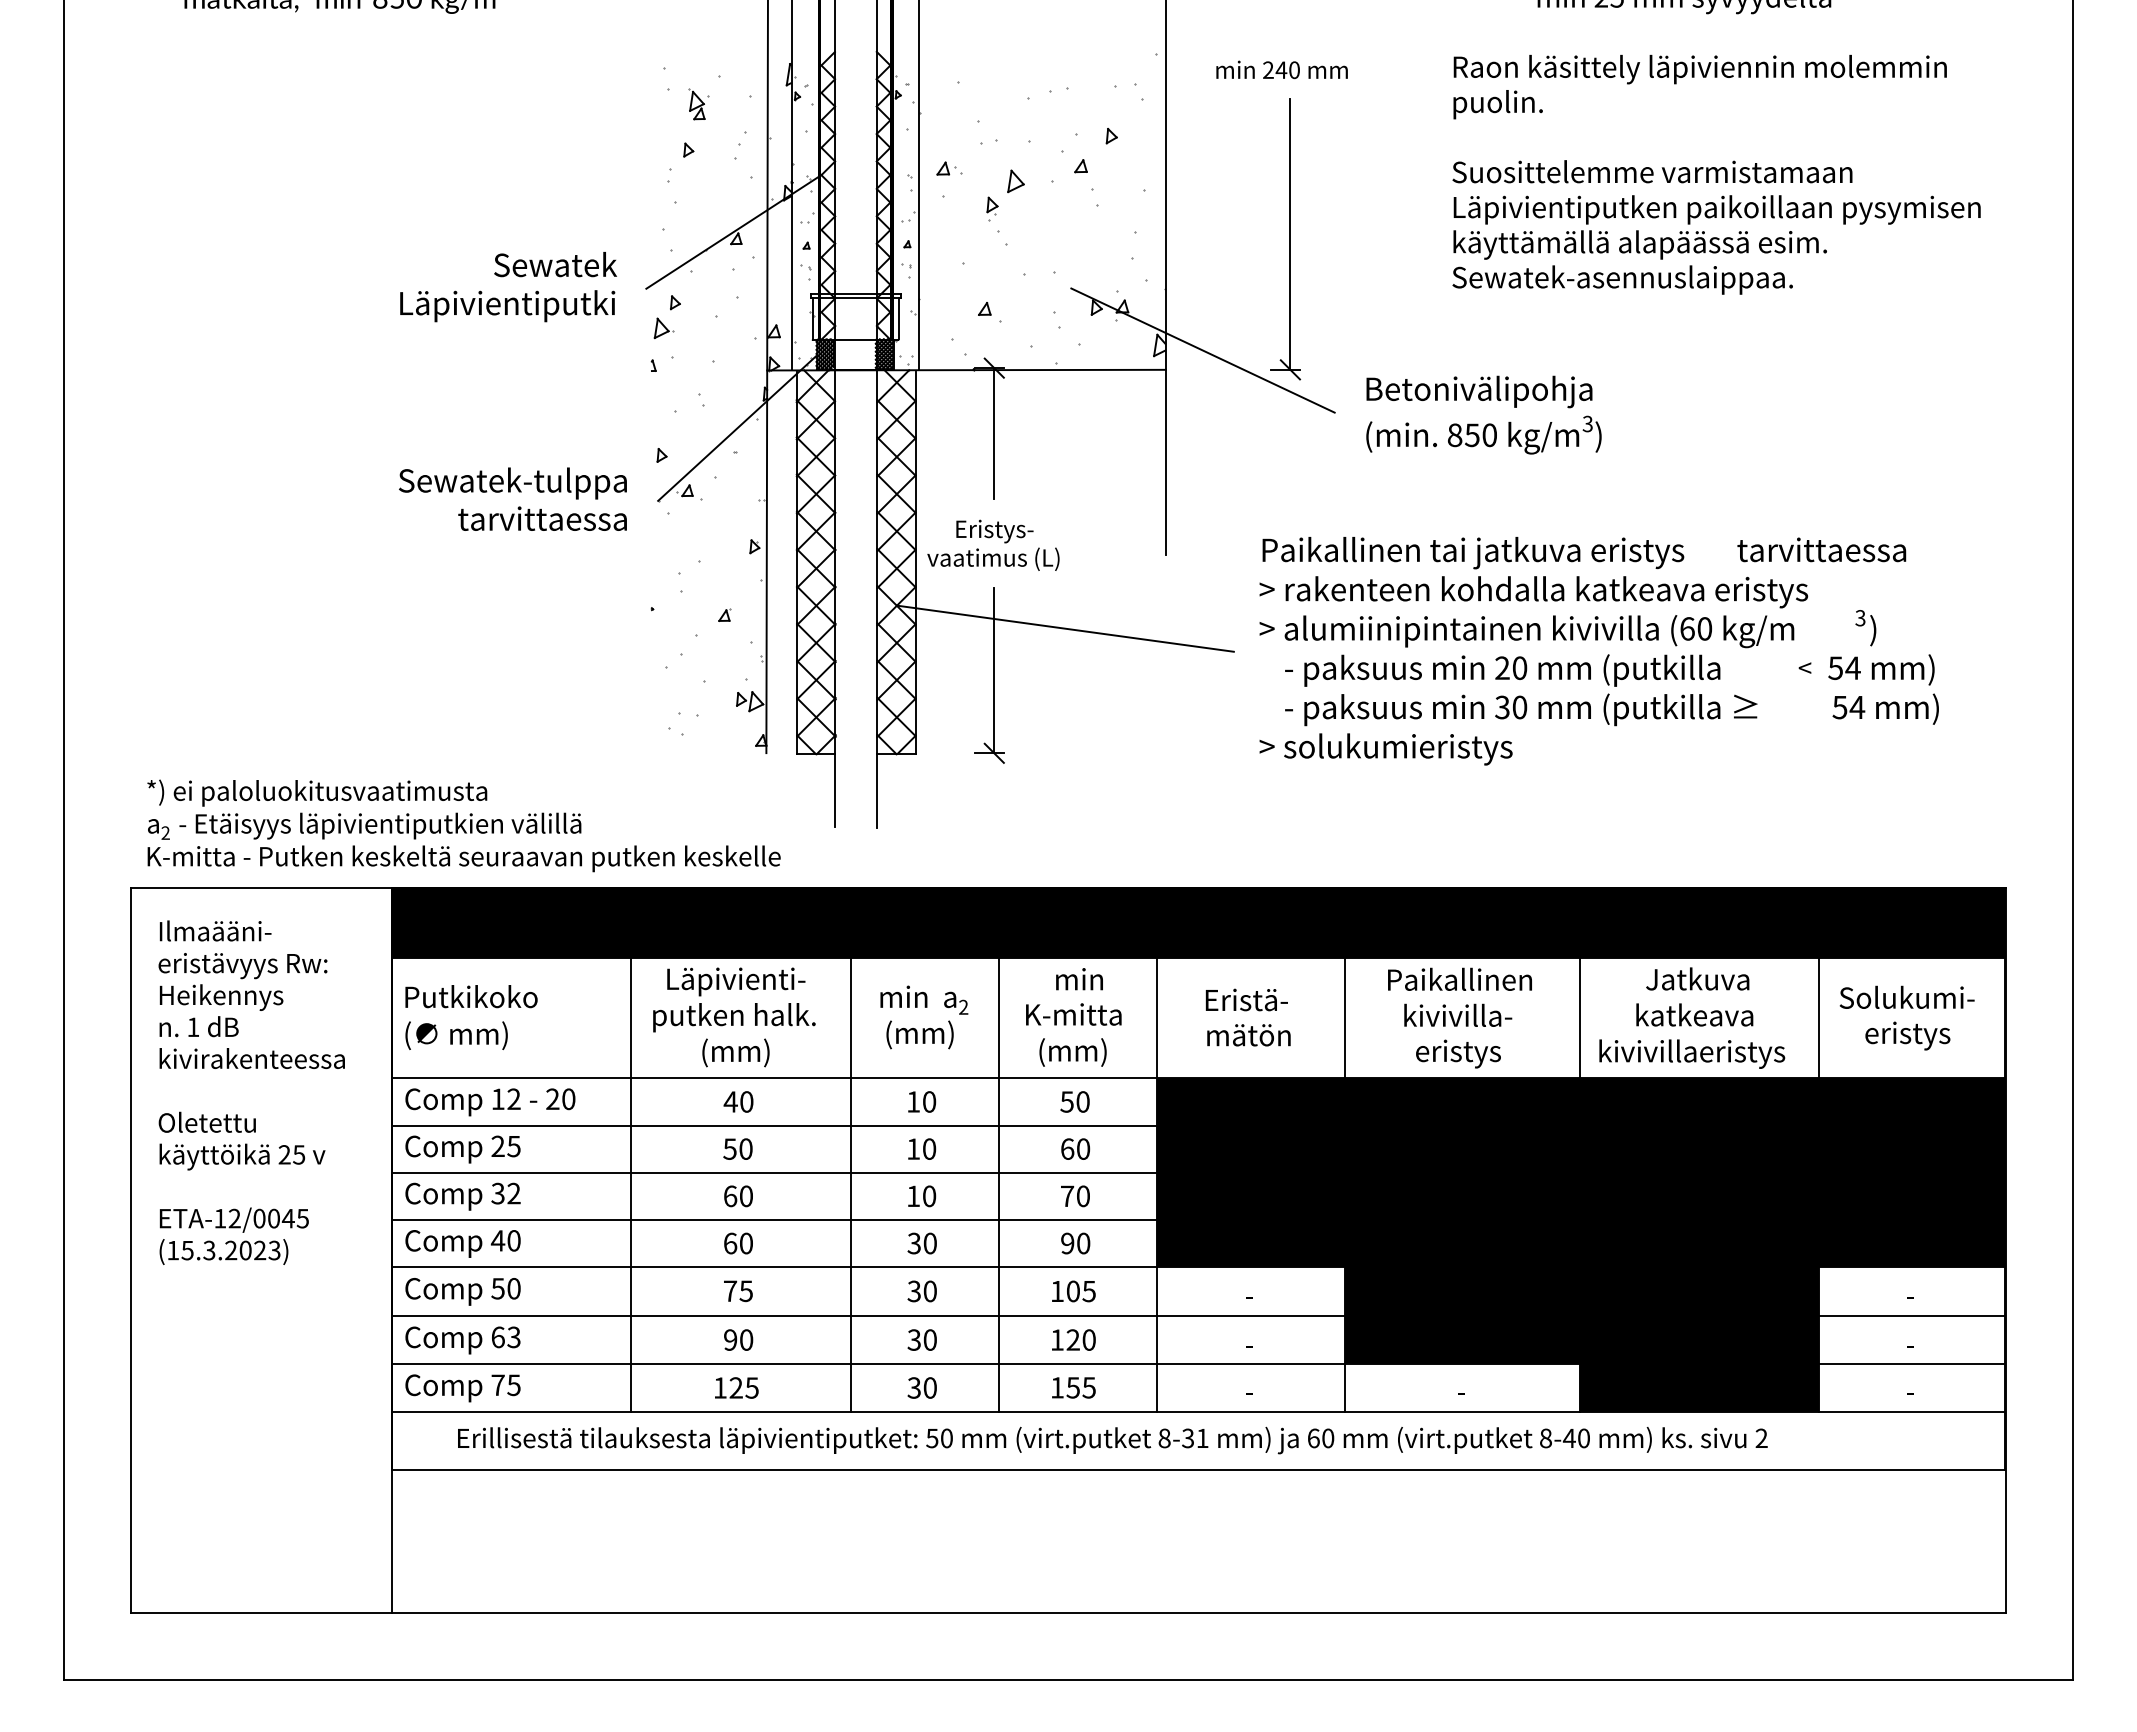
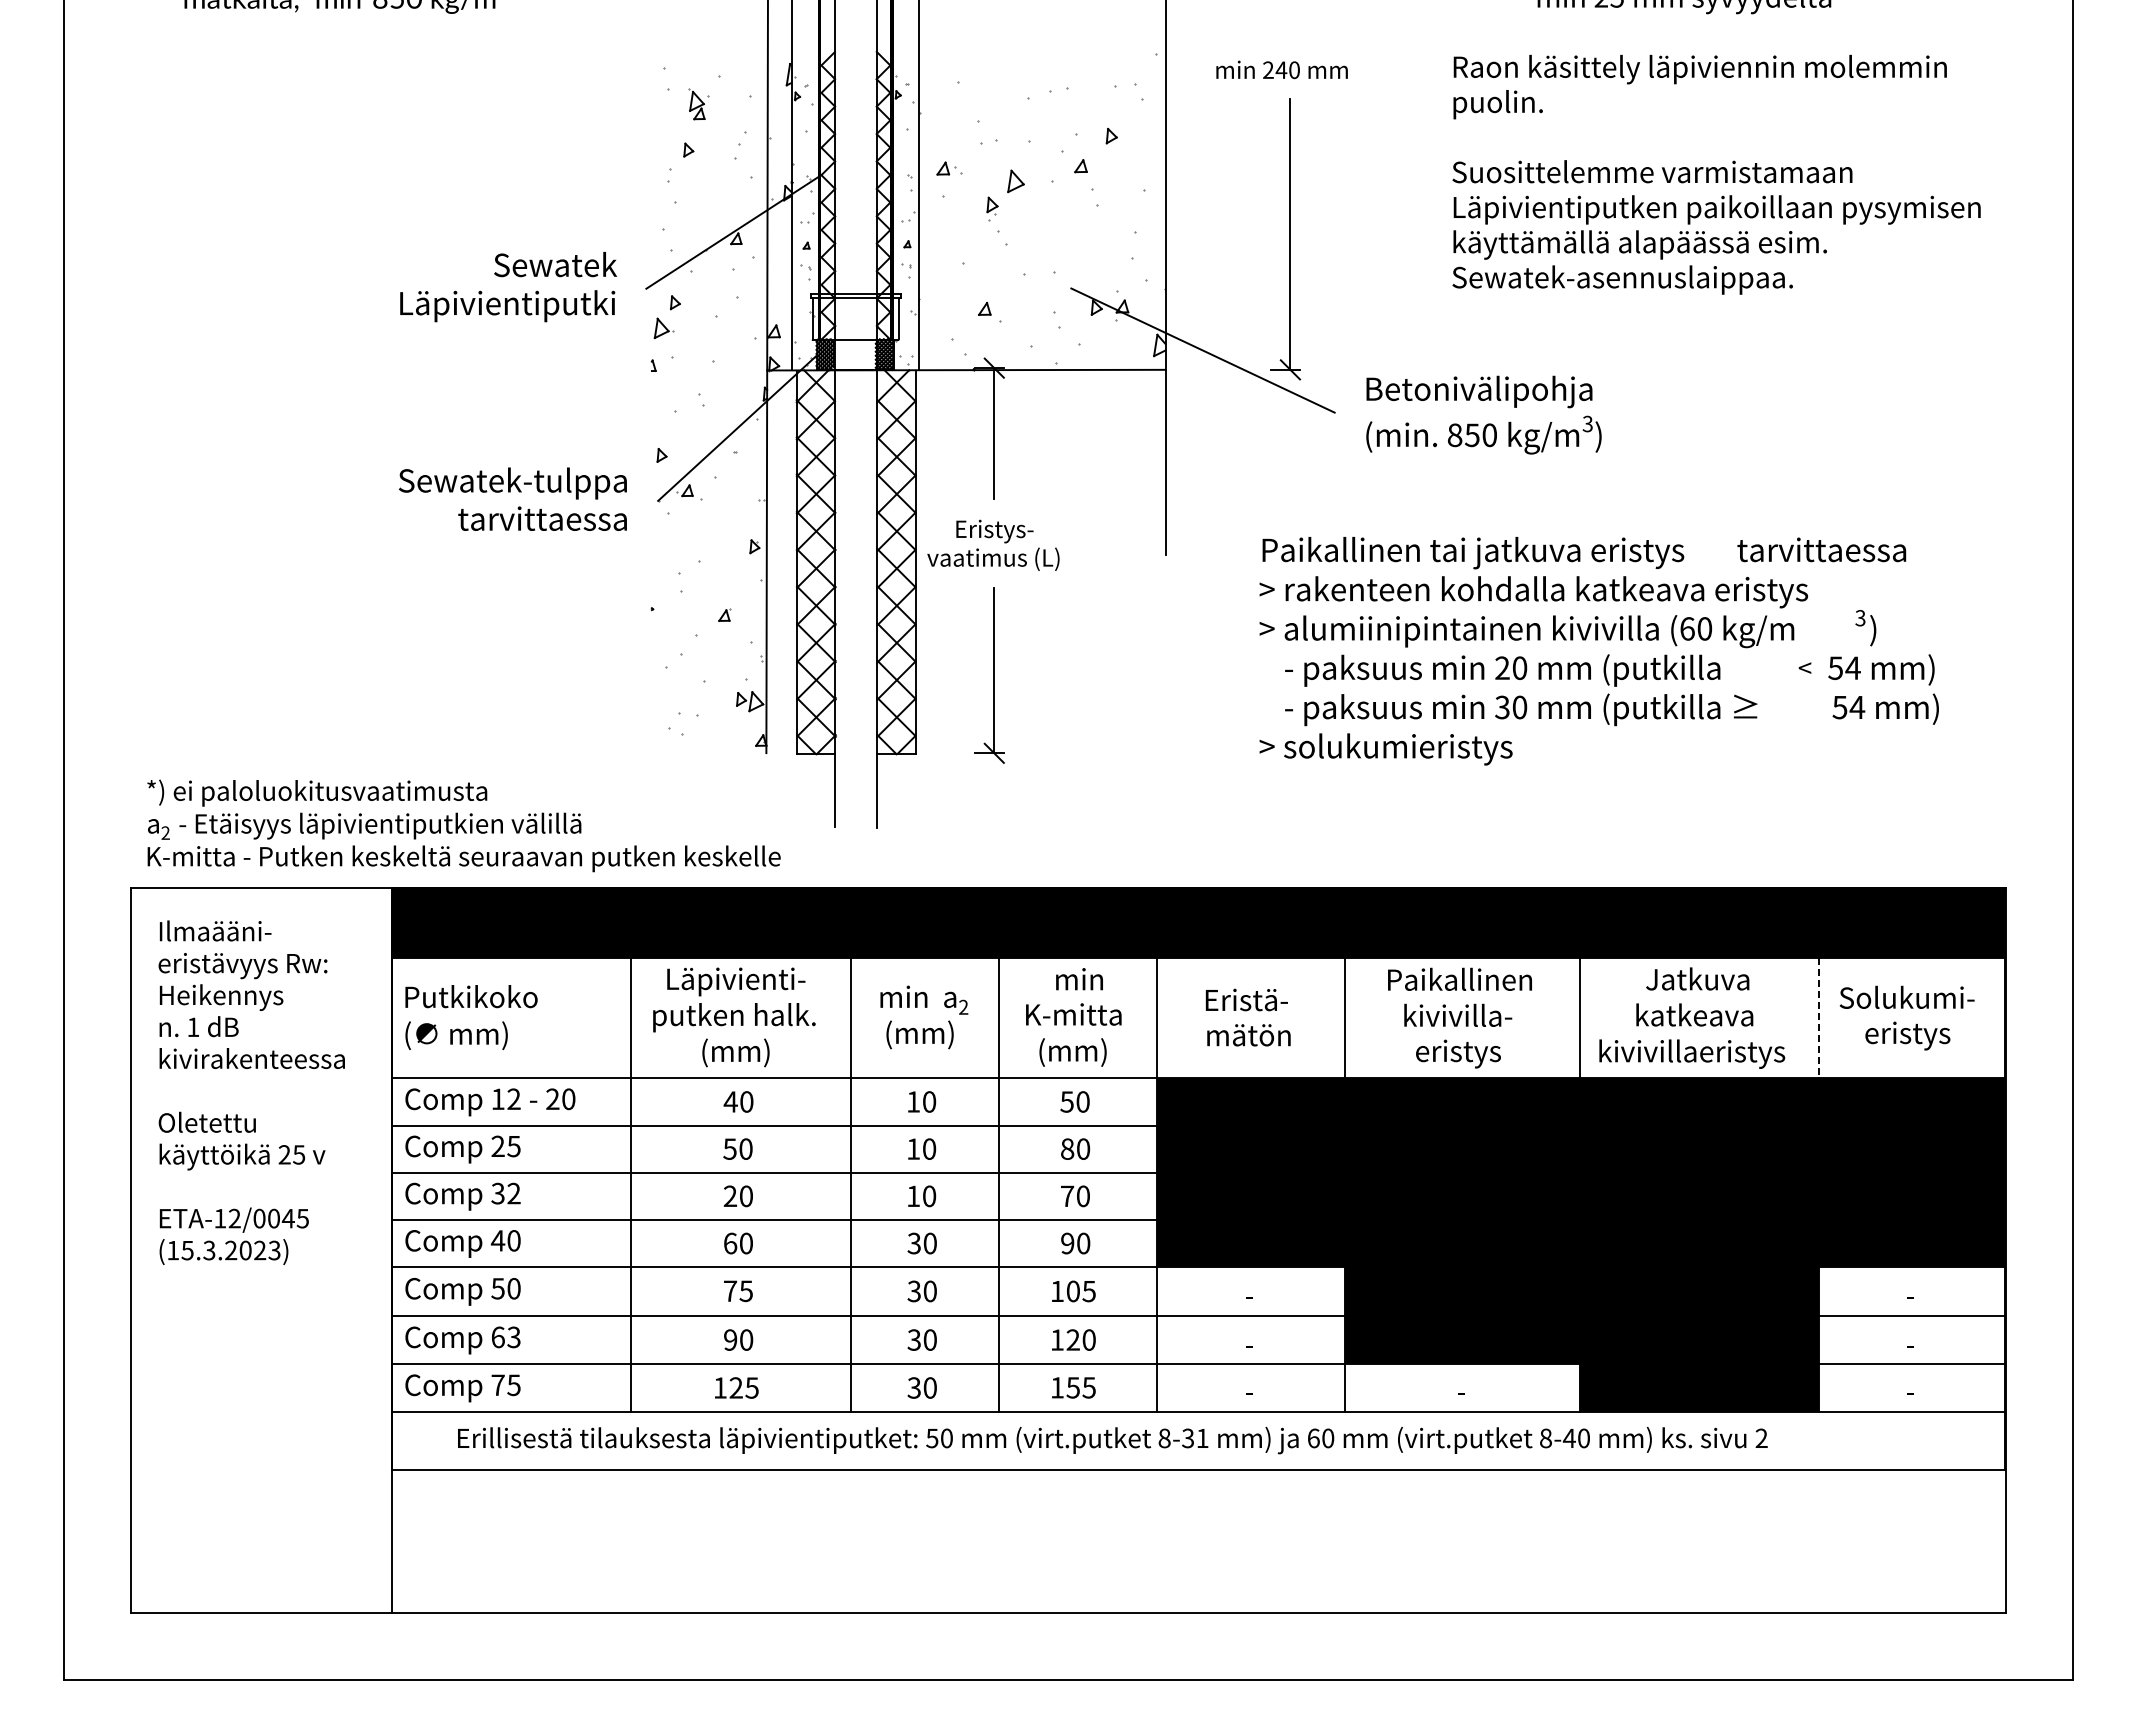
line at (1064, 628): present -> none
line at (1819, 1018): solid -> dashed
text at (1067, 1148): 60 -> 80
text at (730, 1196): 60 -> 20
